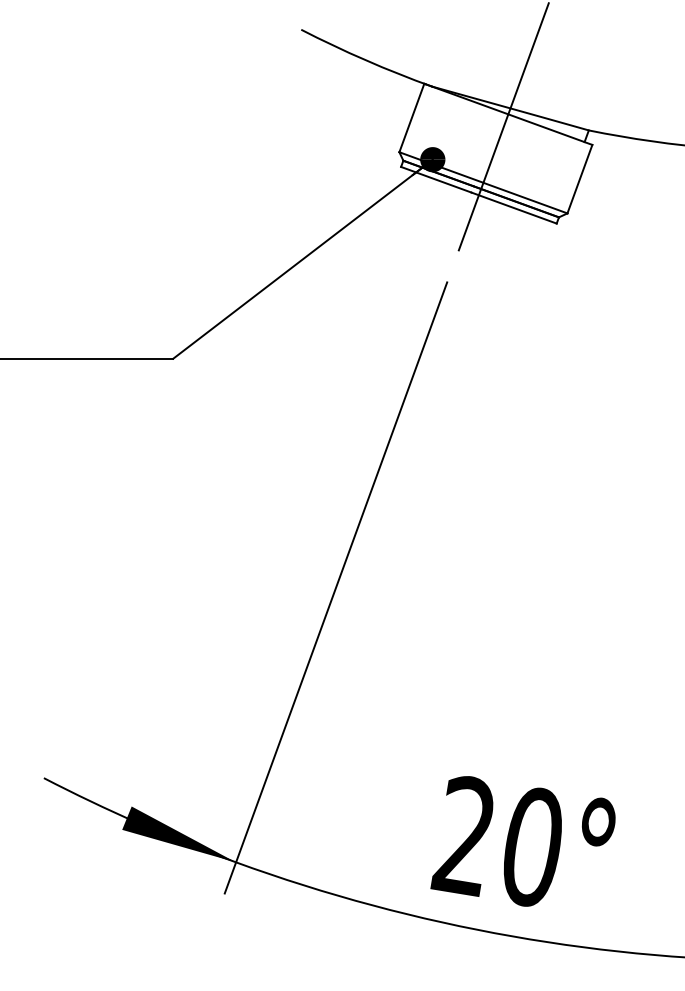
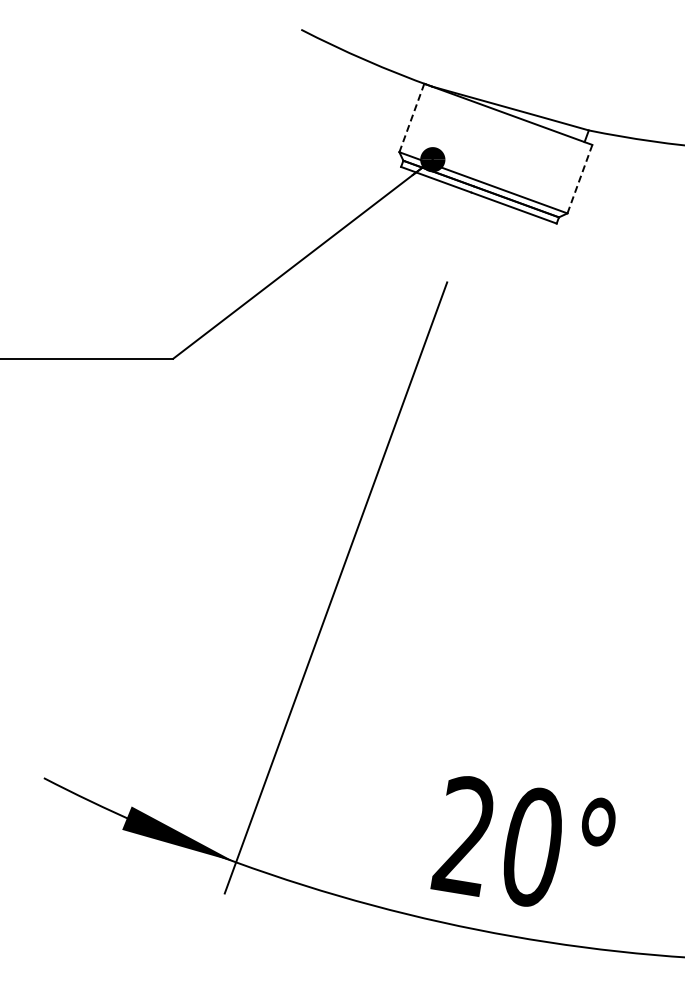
line at (411, 118): solid -> dashed
line at (503, 126): present -> none
line at (580, 178): solid -> dashed
